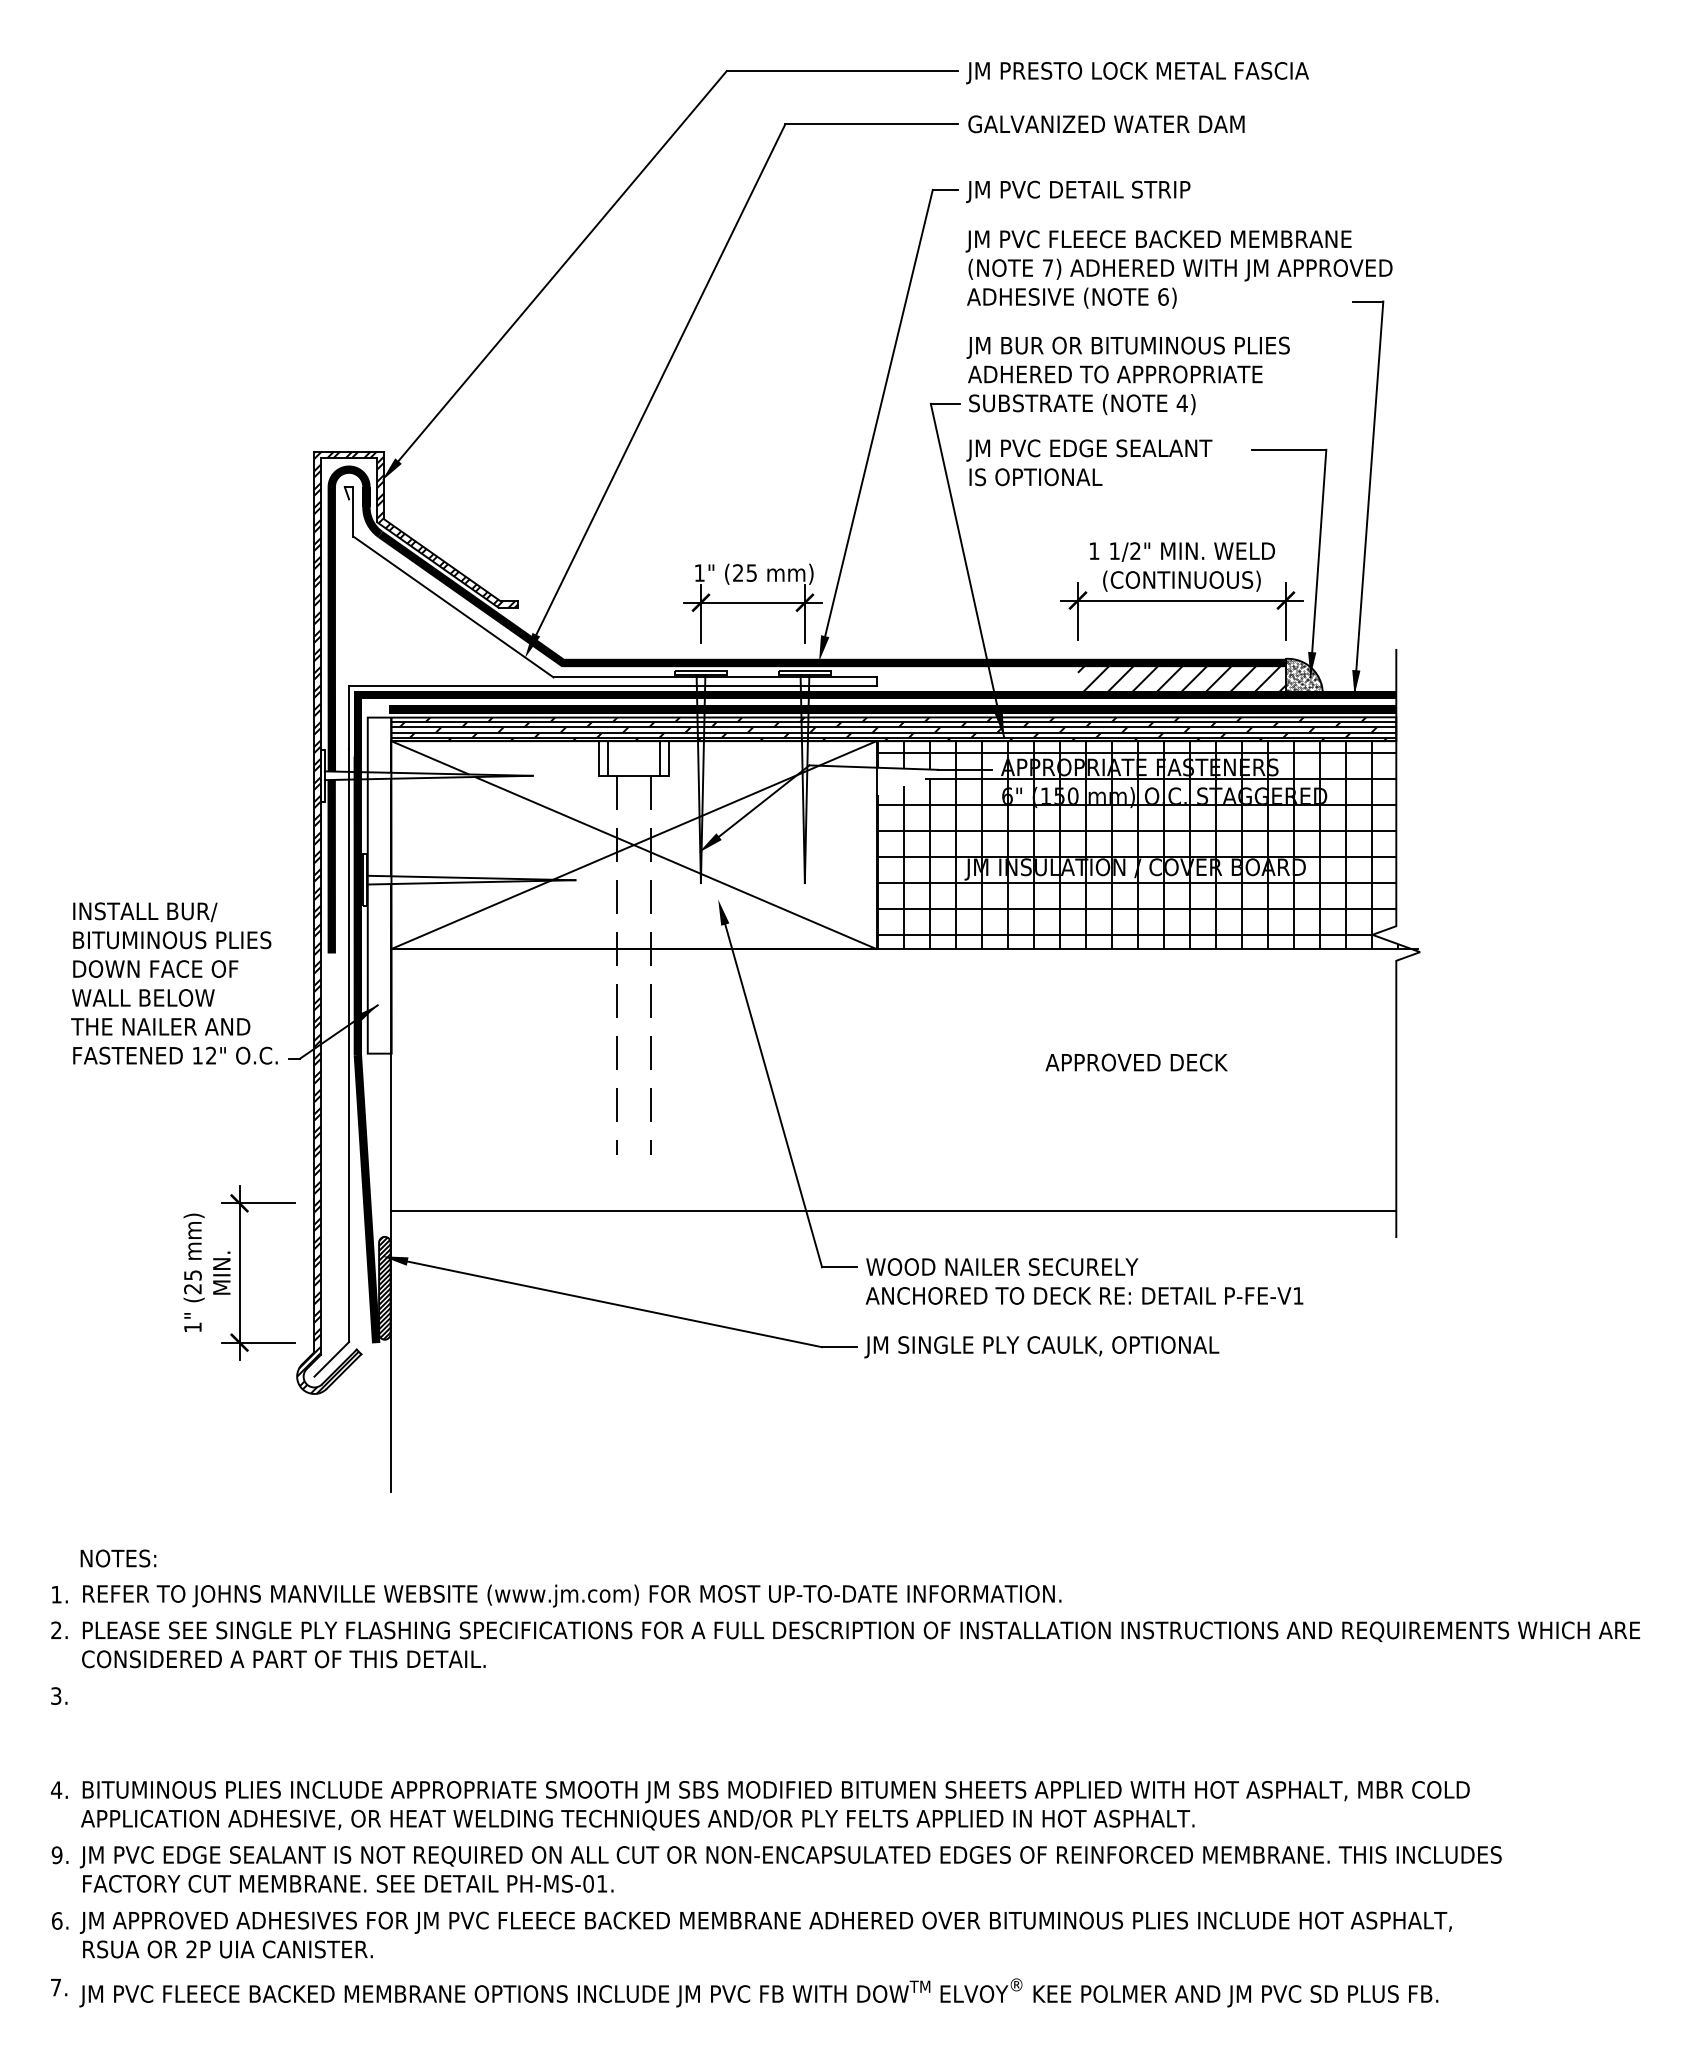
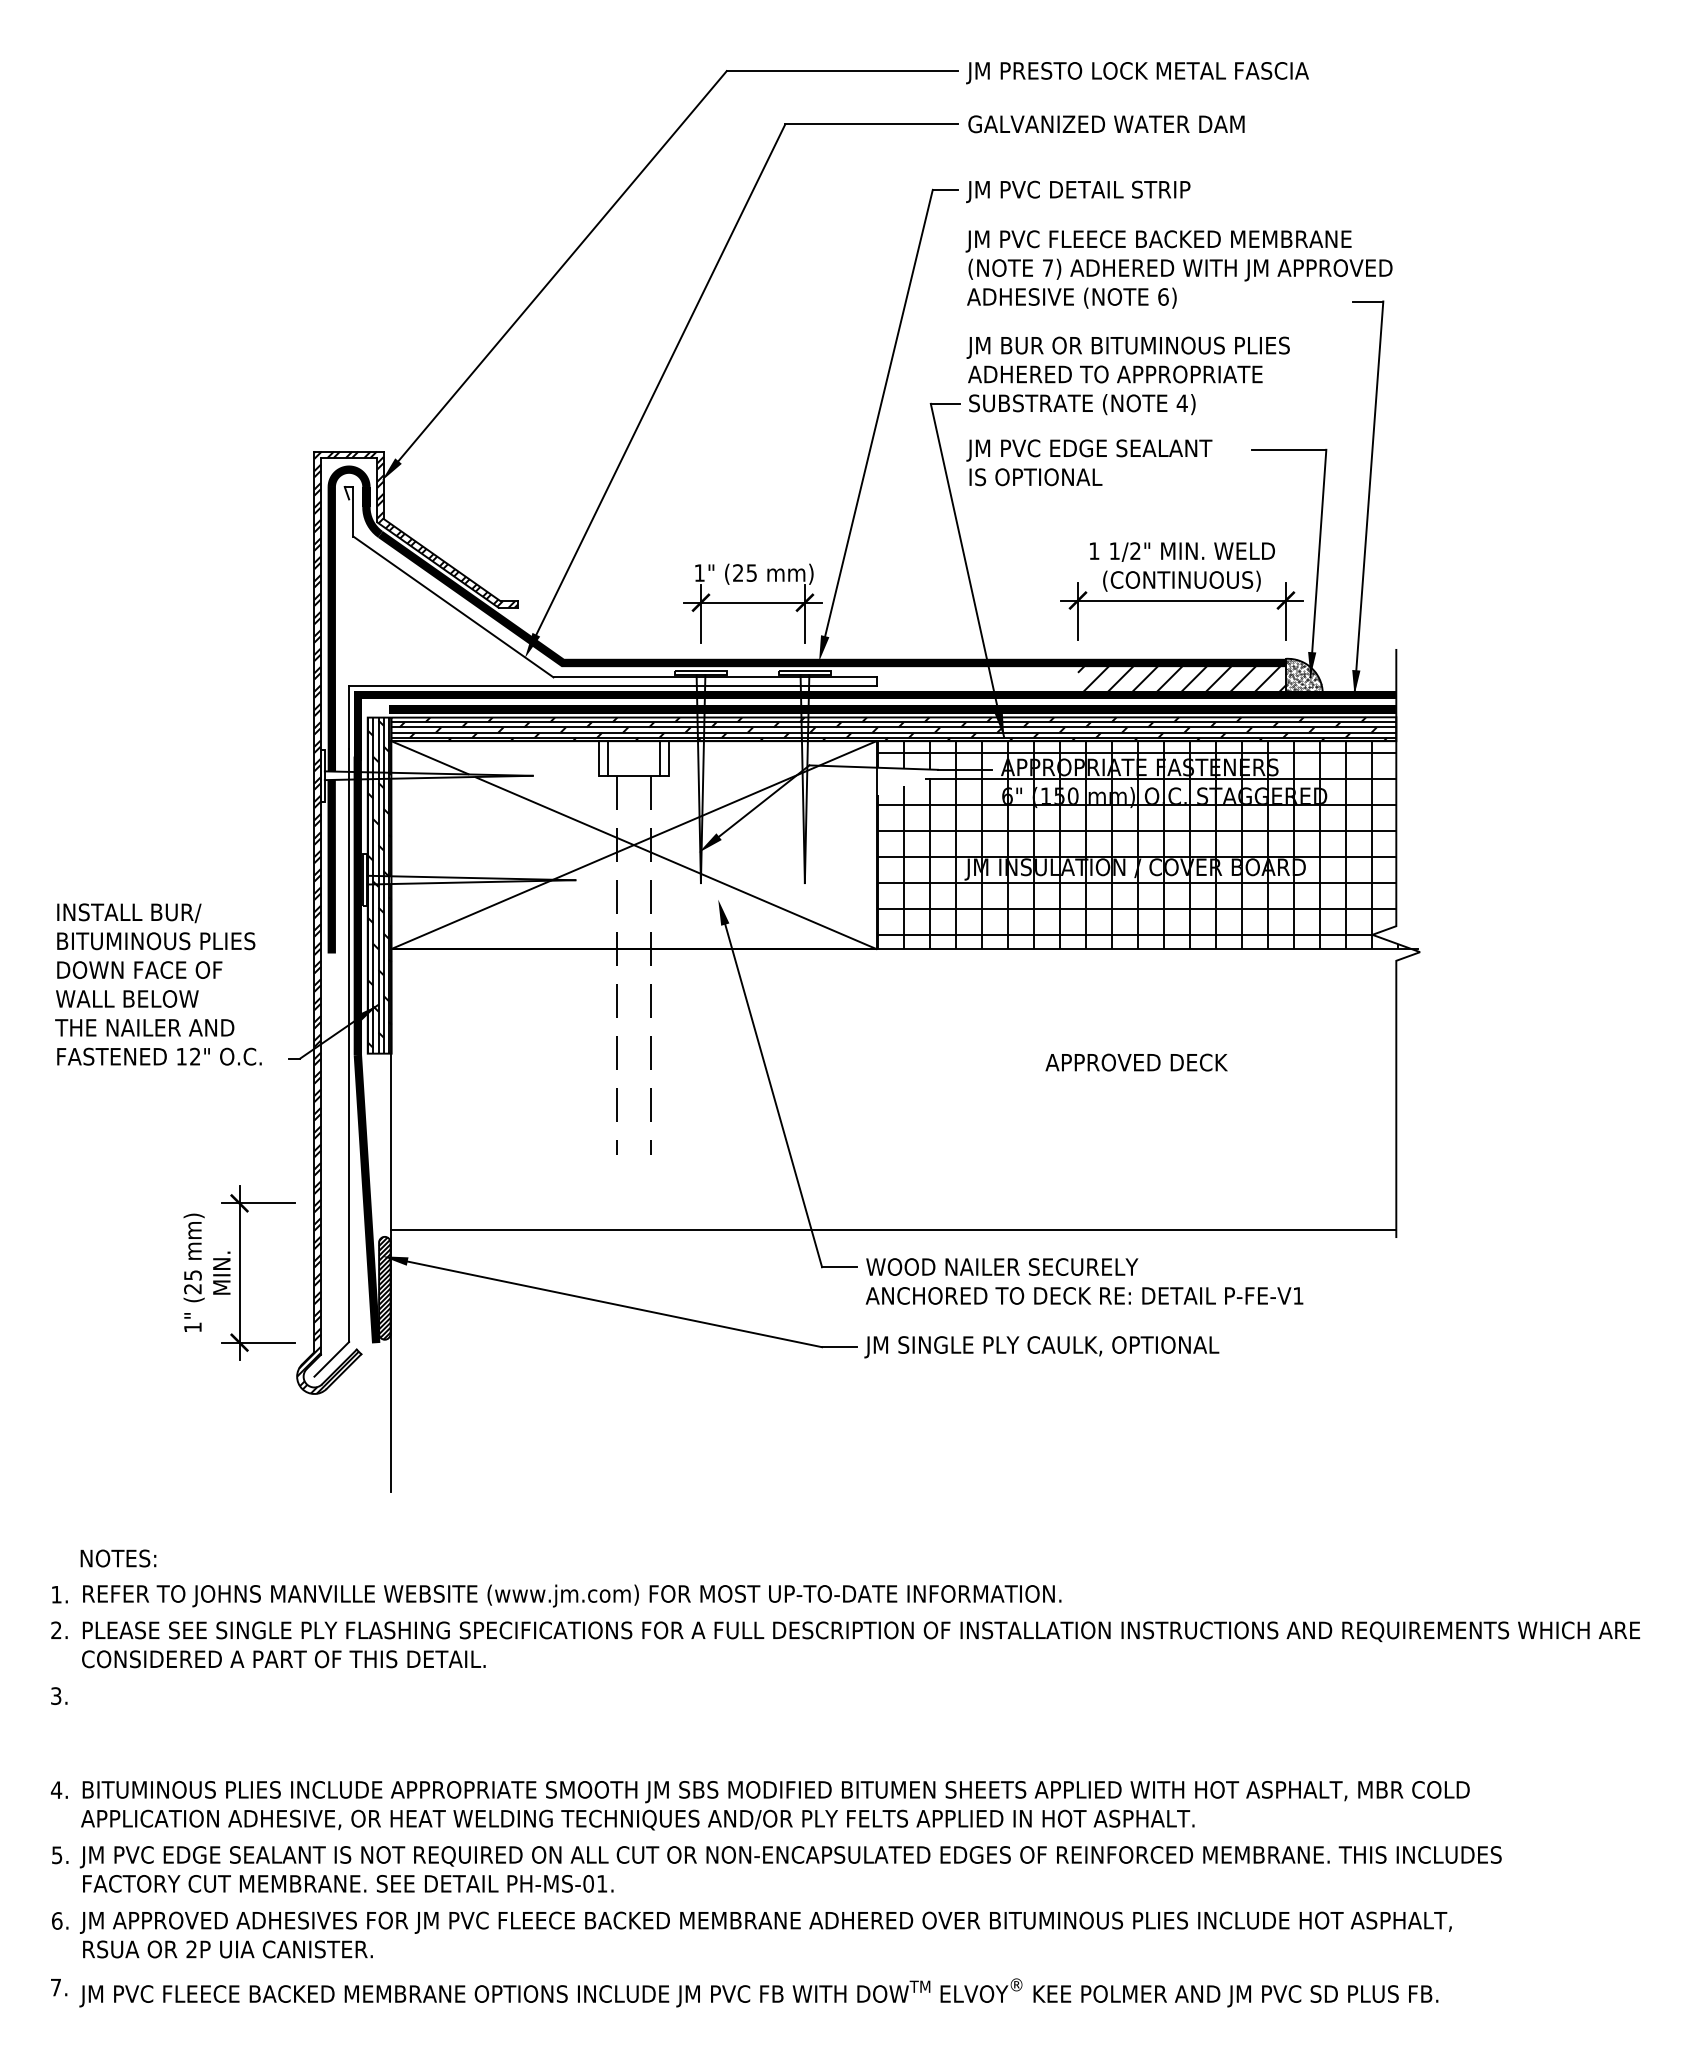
hatch at (379, 885): none -> present
text at (174, 983) position: (174, 983) -> (158, 984)
line at (893, 1211) position: (893, 1211) -> (893, 1230)
text at (56, 1854): 9. -> 5.
